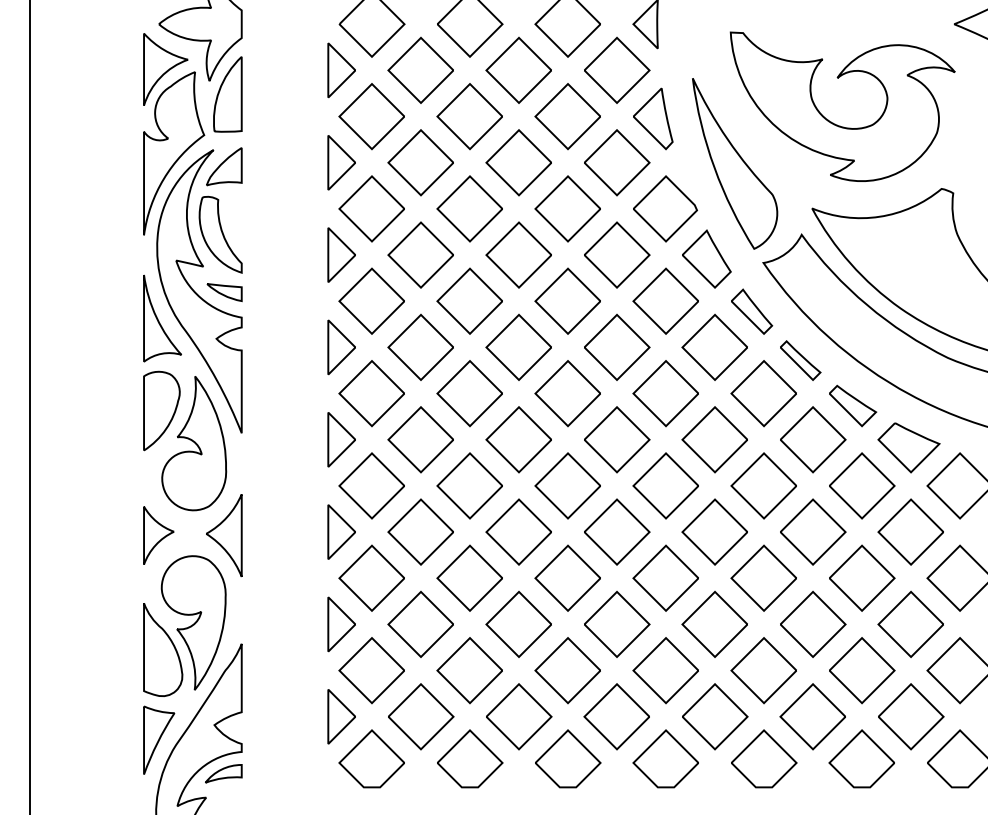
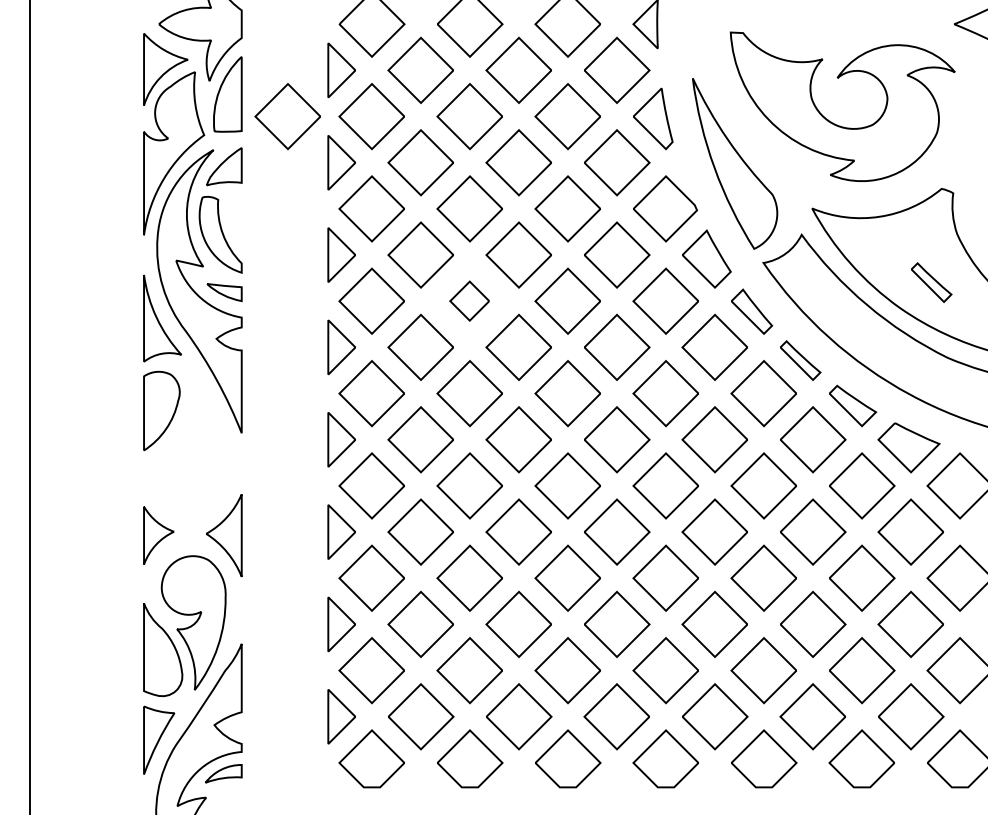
part at (287, 116): none -> present
part at (931, 282): none -> present
part at (469, 300) size: 67x68 px -> 41x42 px
part at (194, 443): present -> none
